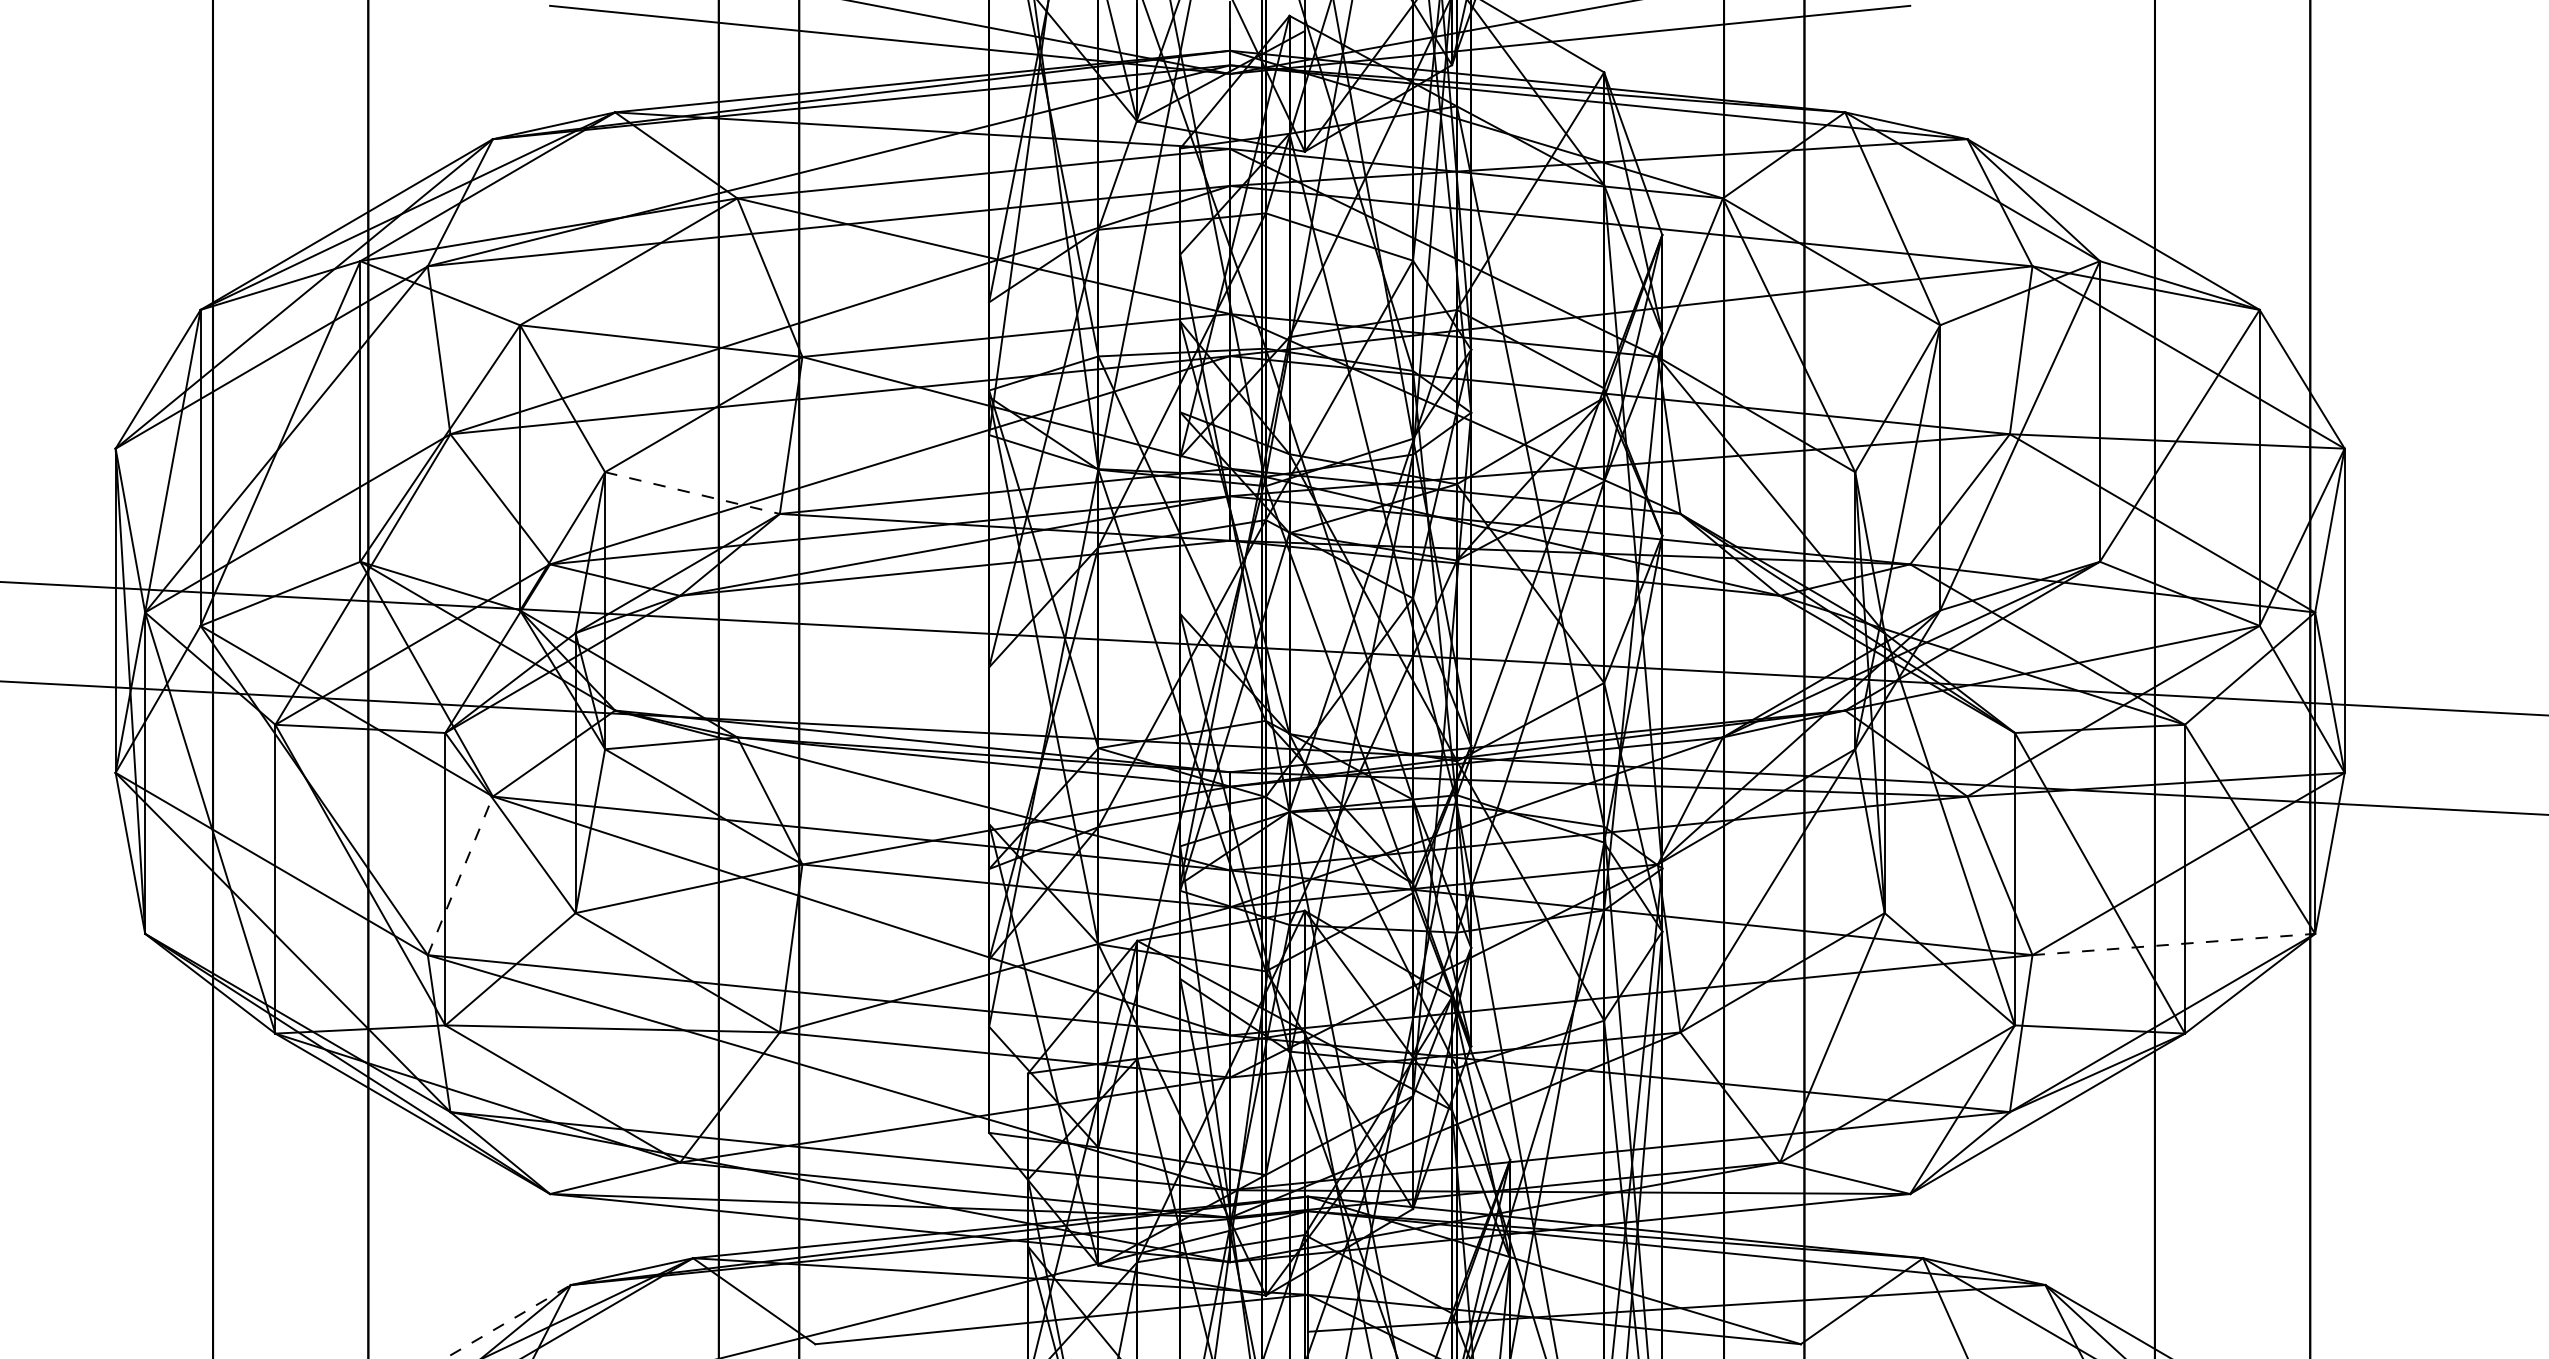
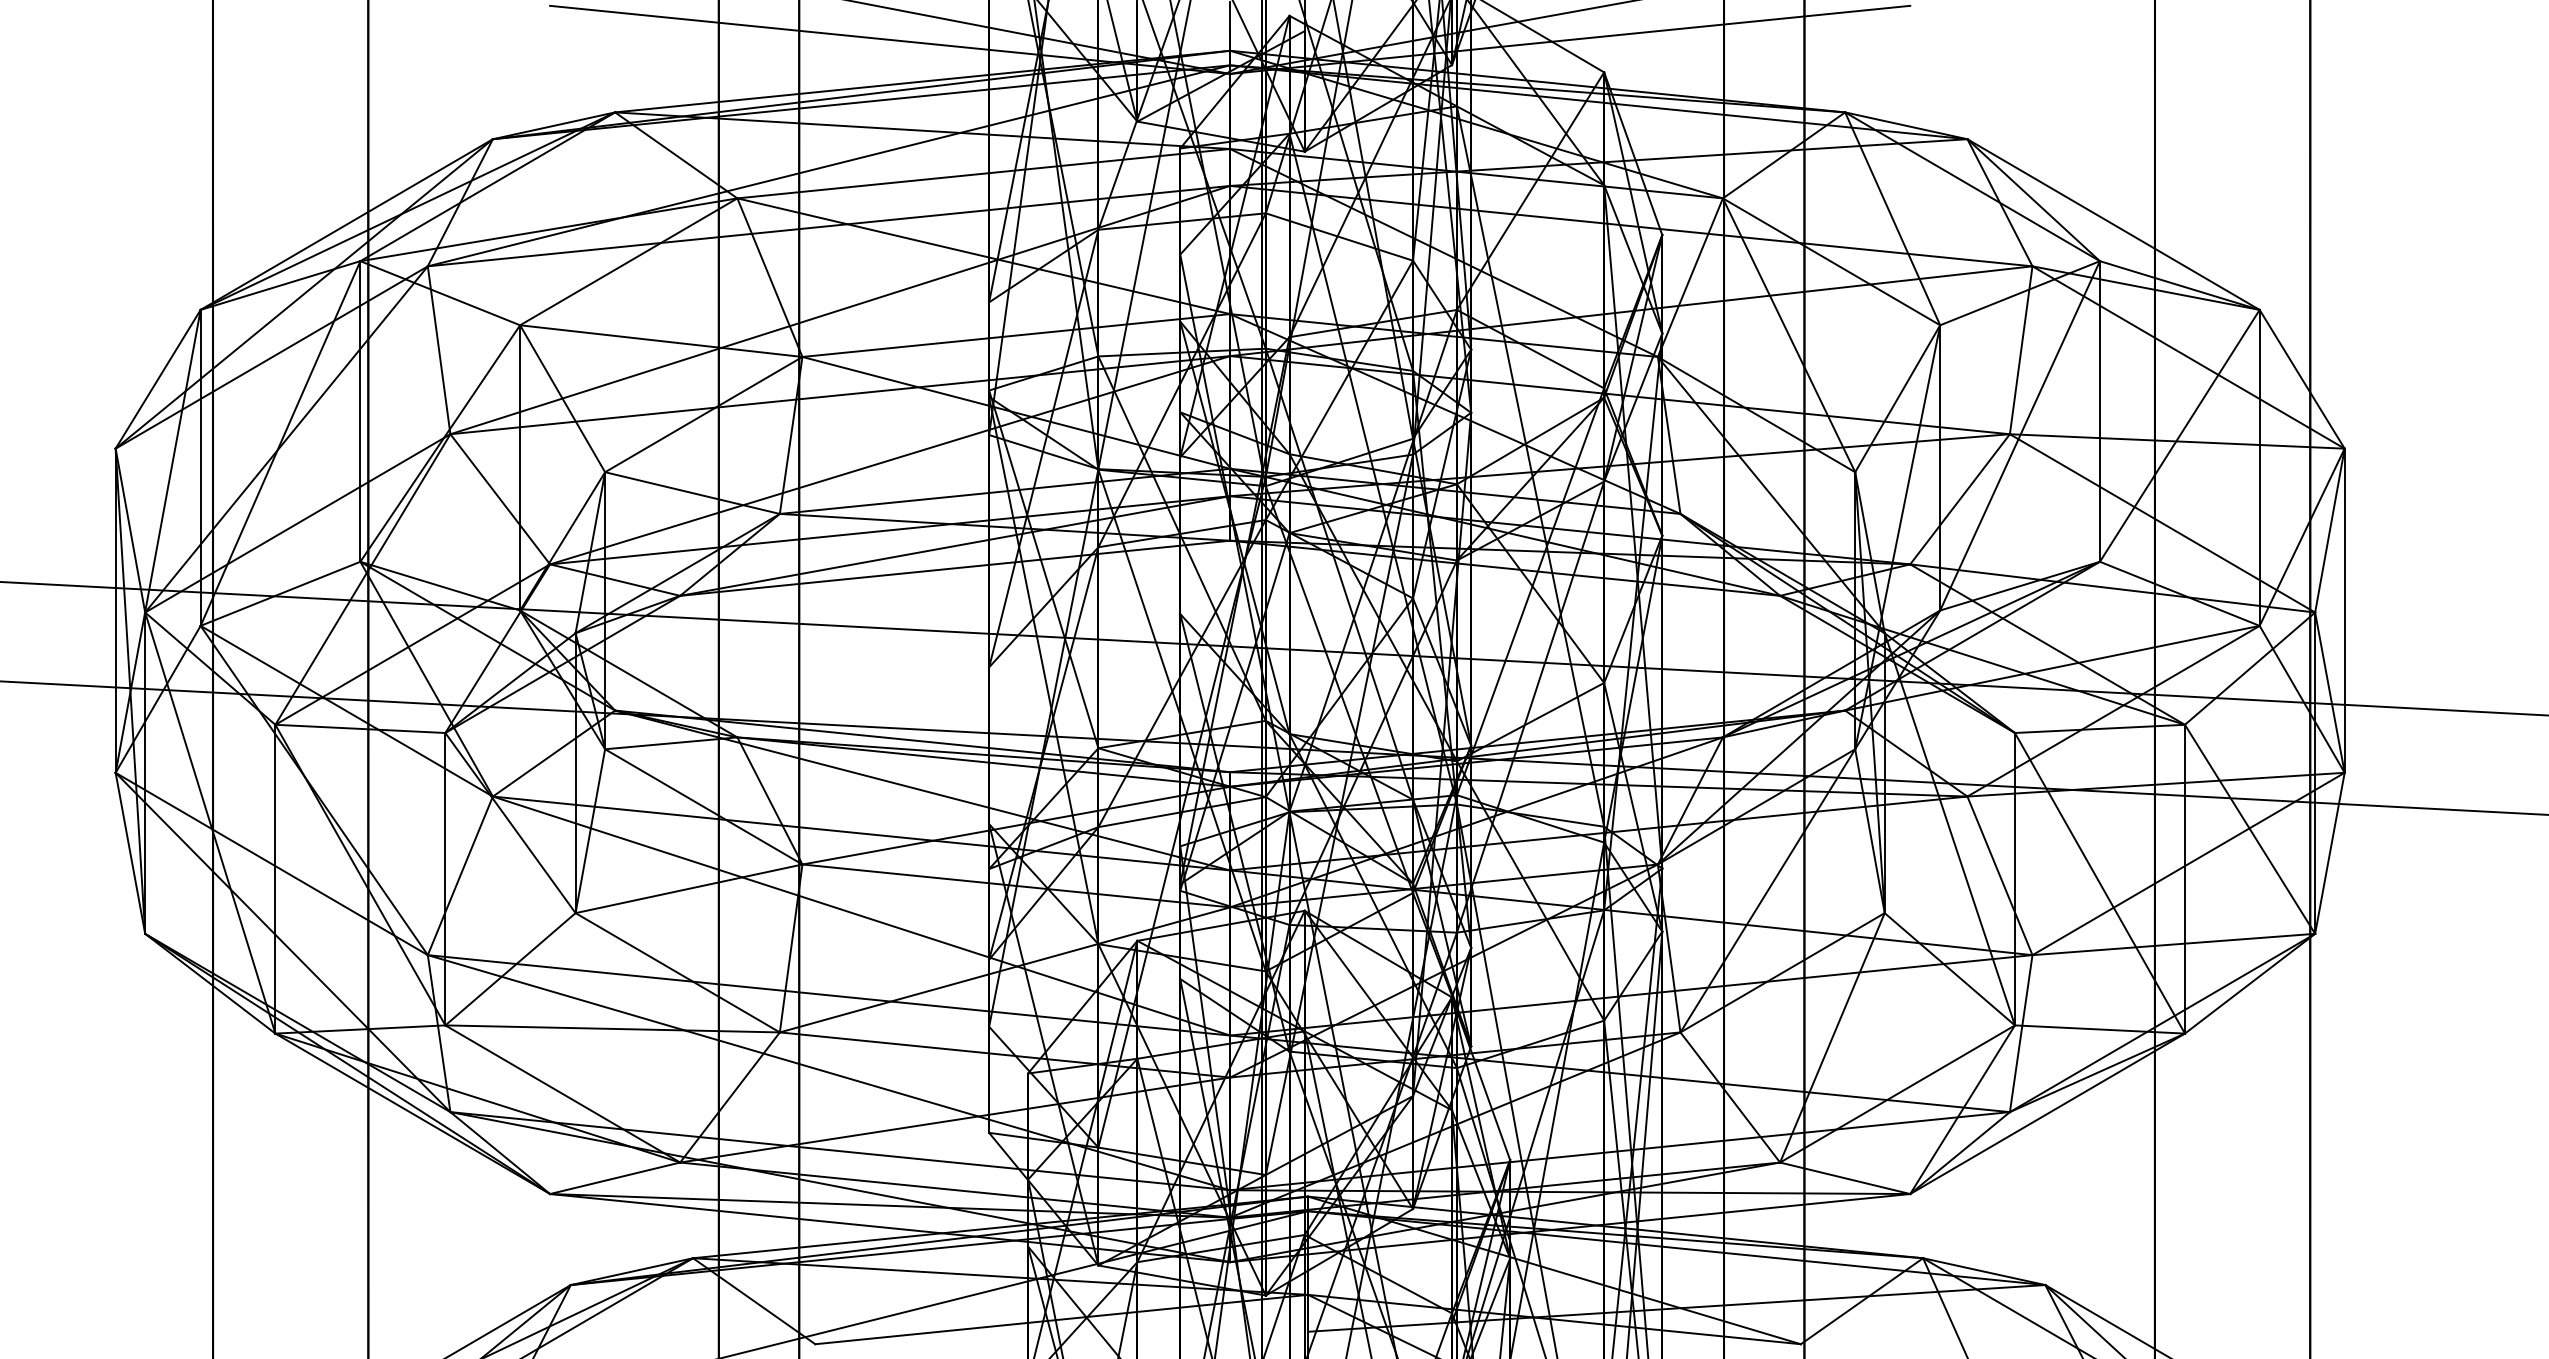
line at (692, 493): dashed -> solid
line at (460, 875): dashed -> solid
line at (2173, 944): dashed -> solid
line at (507, 1321): dashed -> solid
